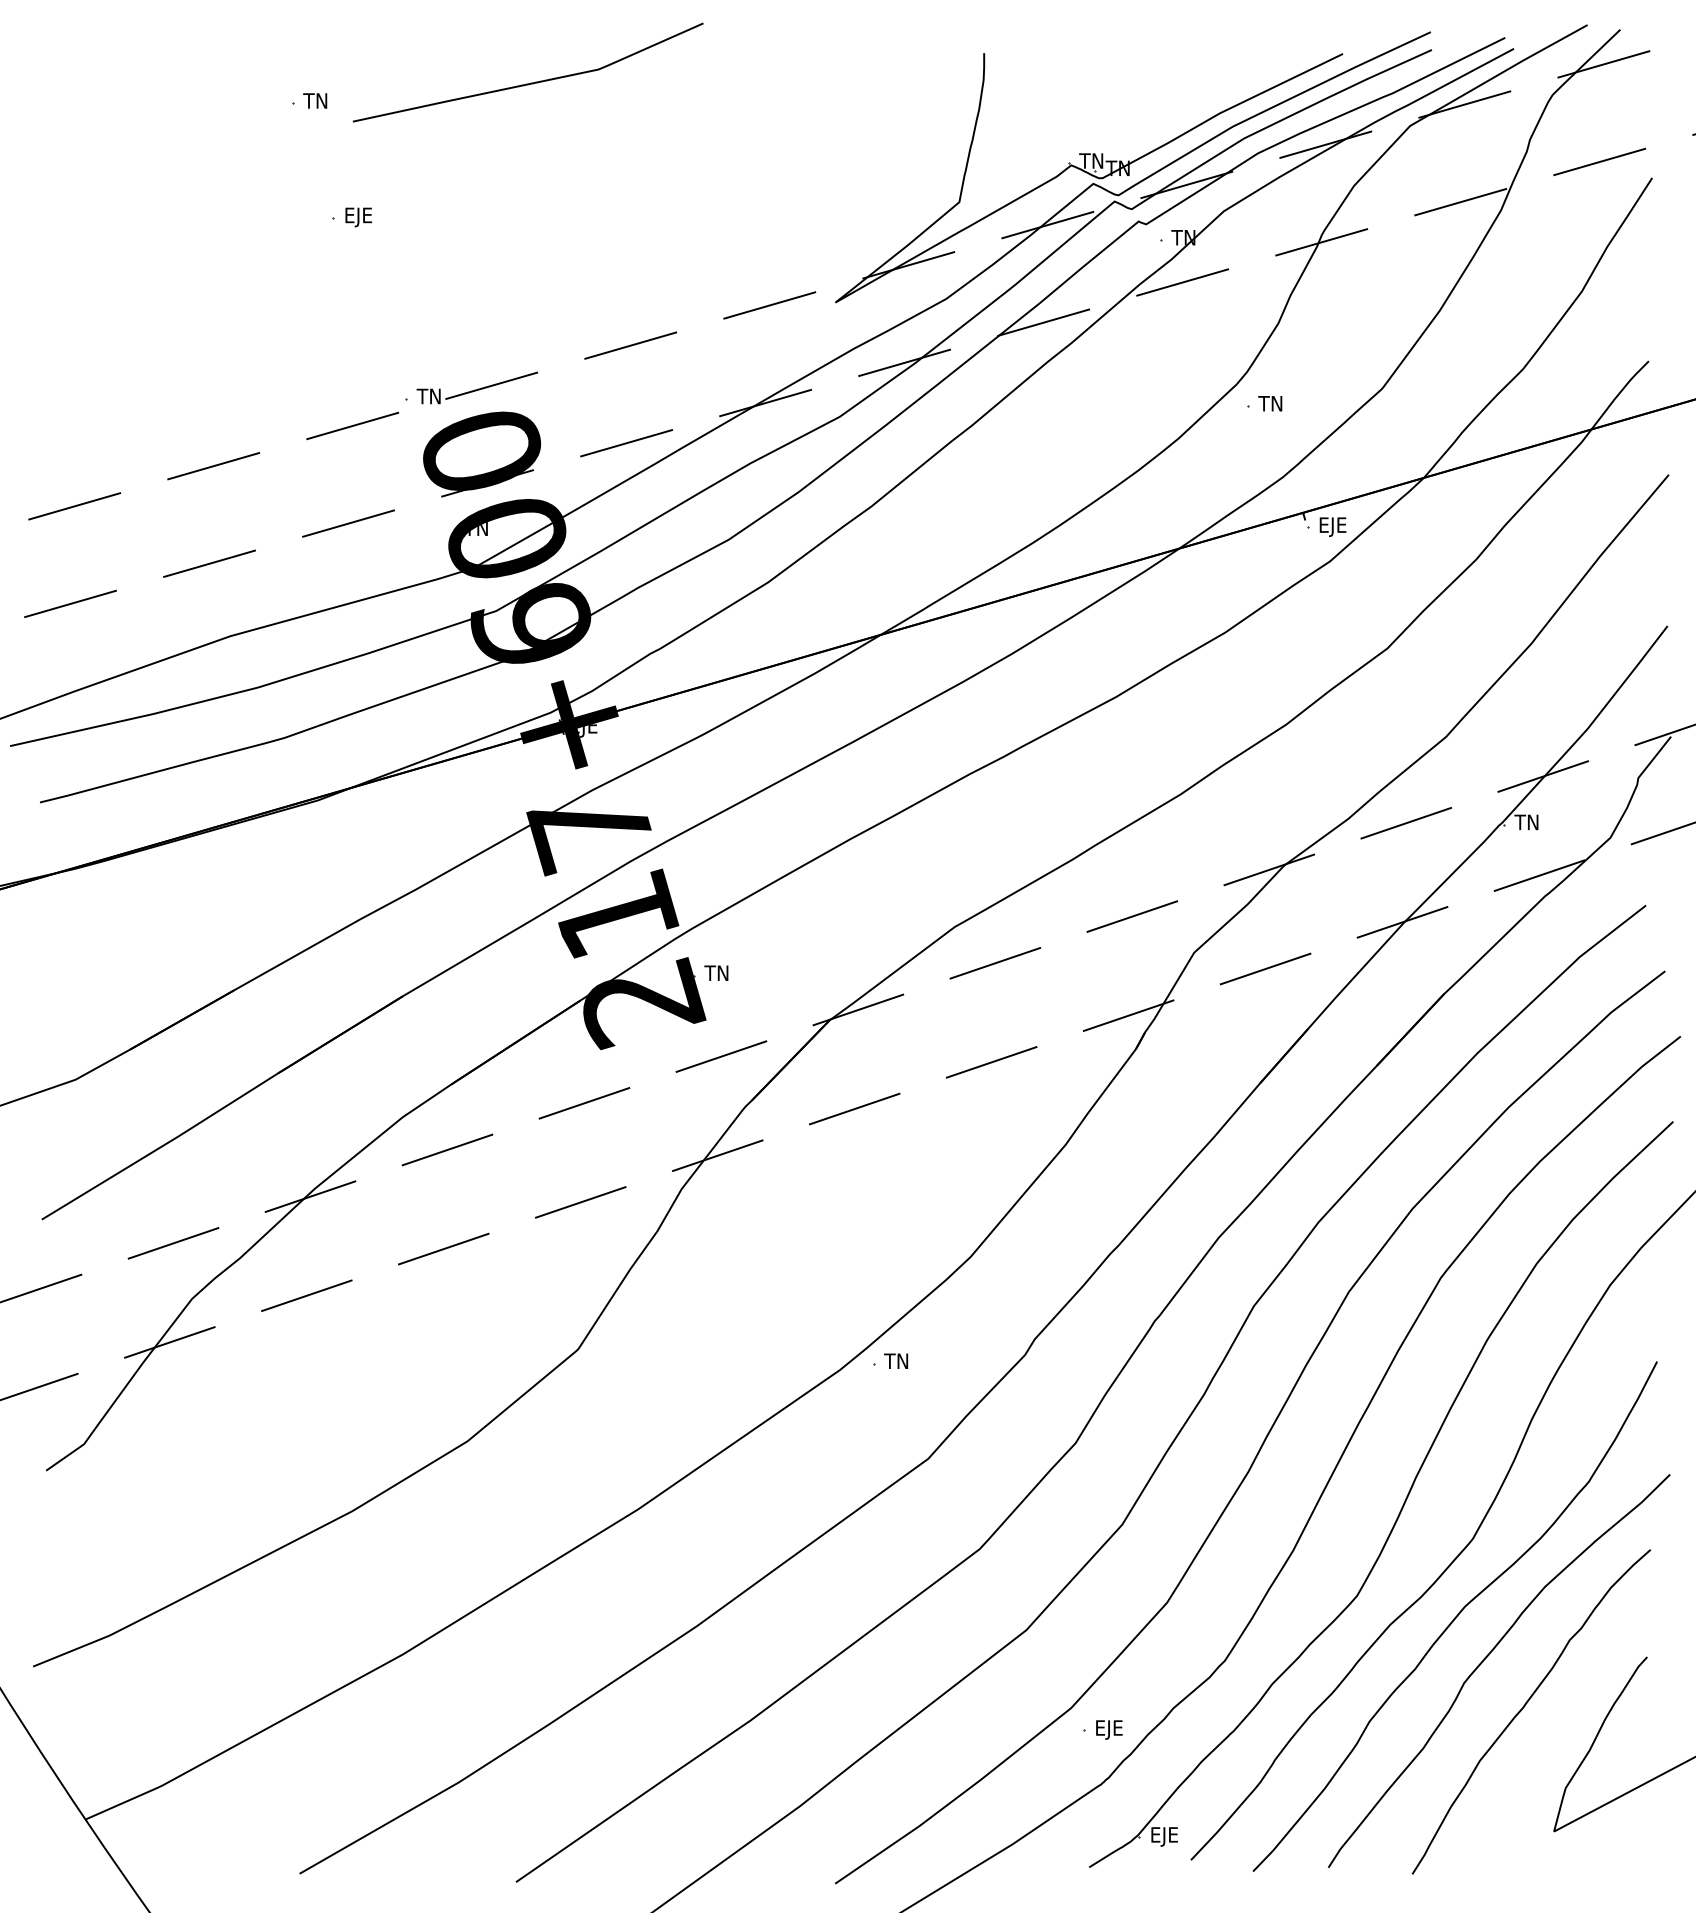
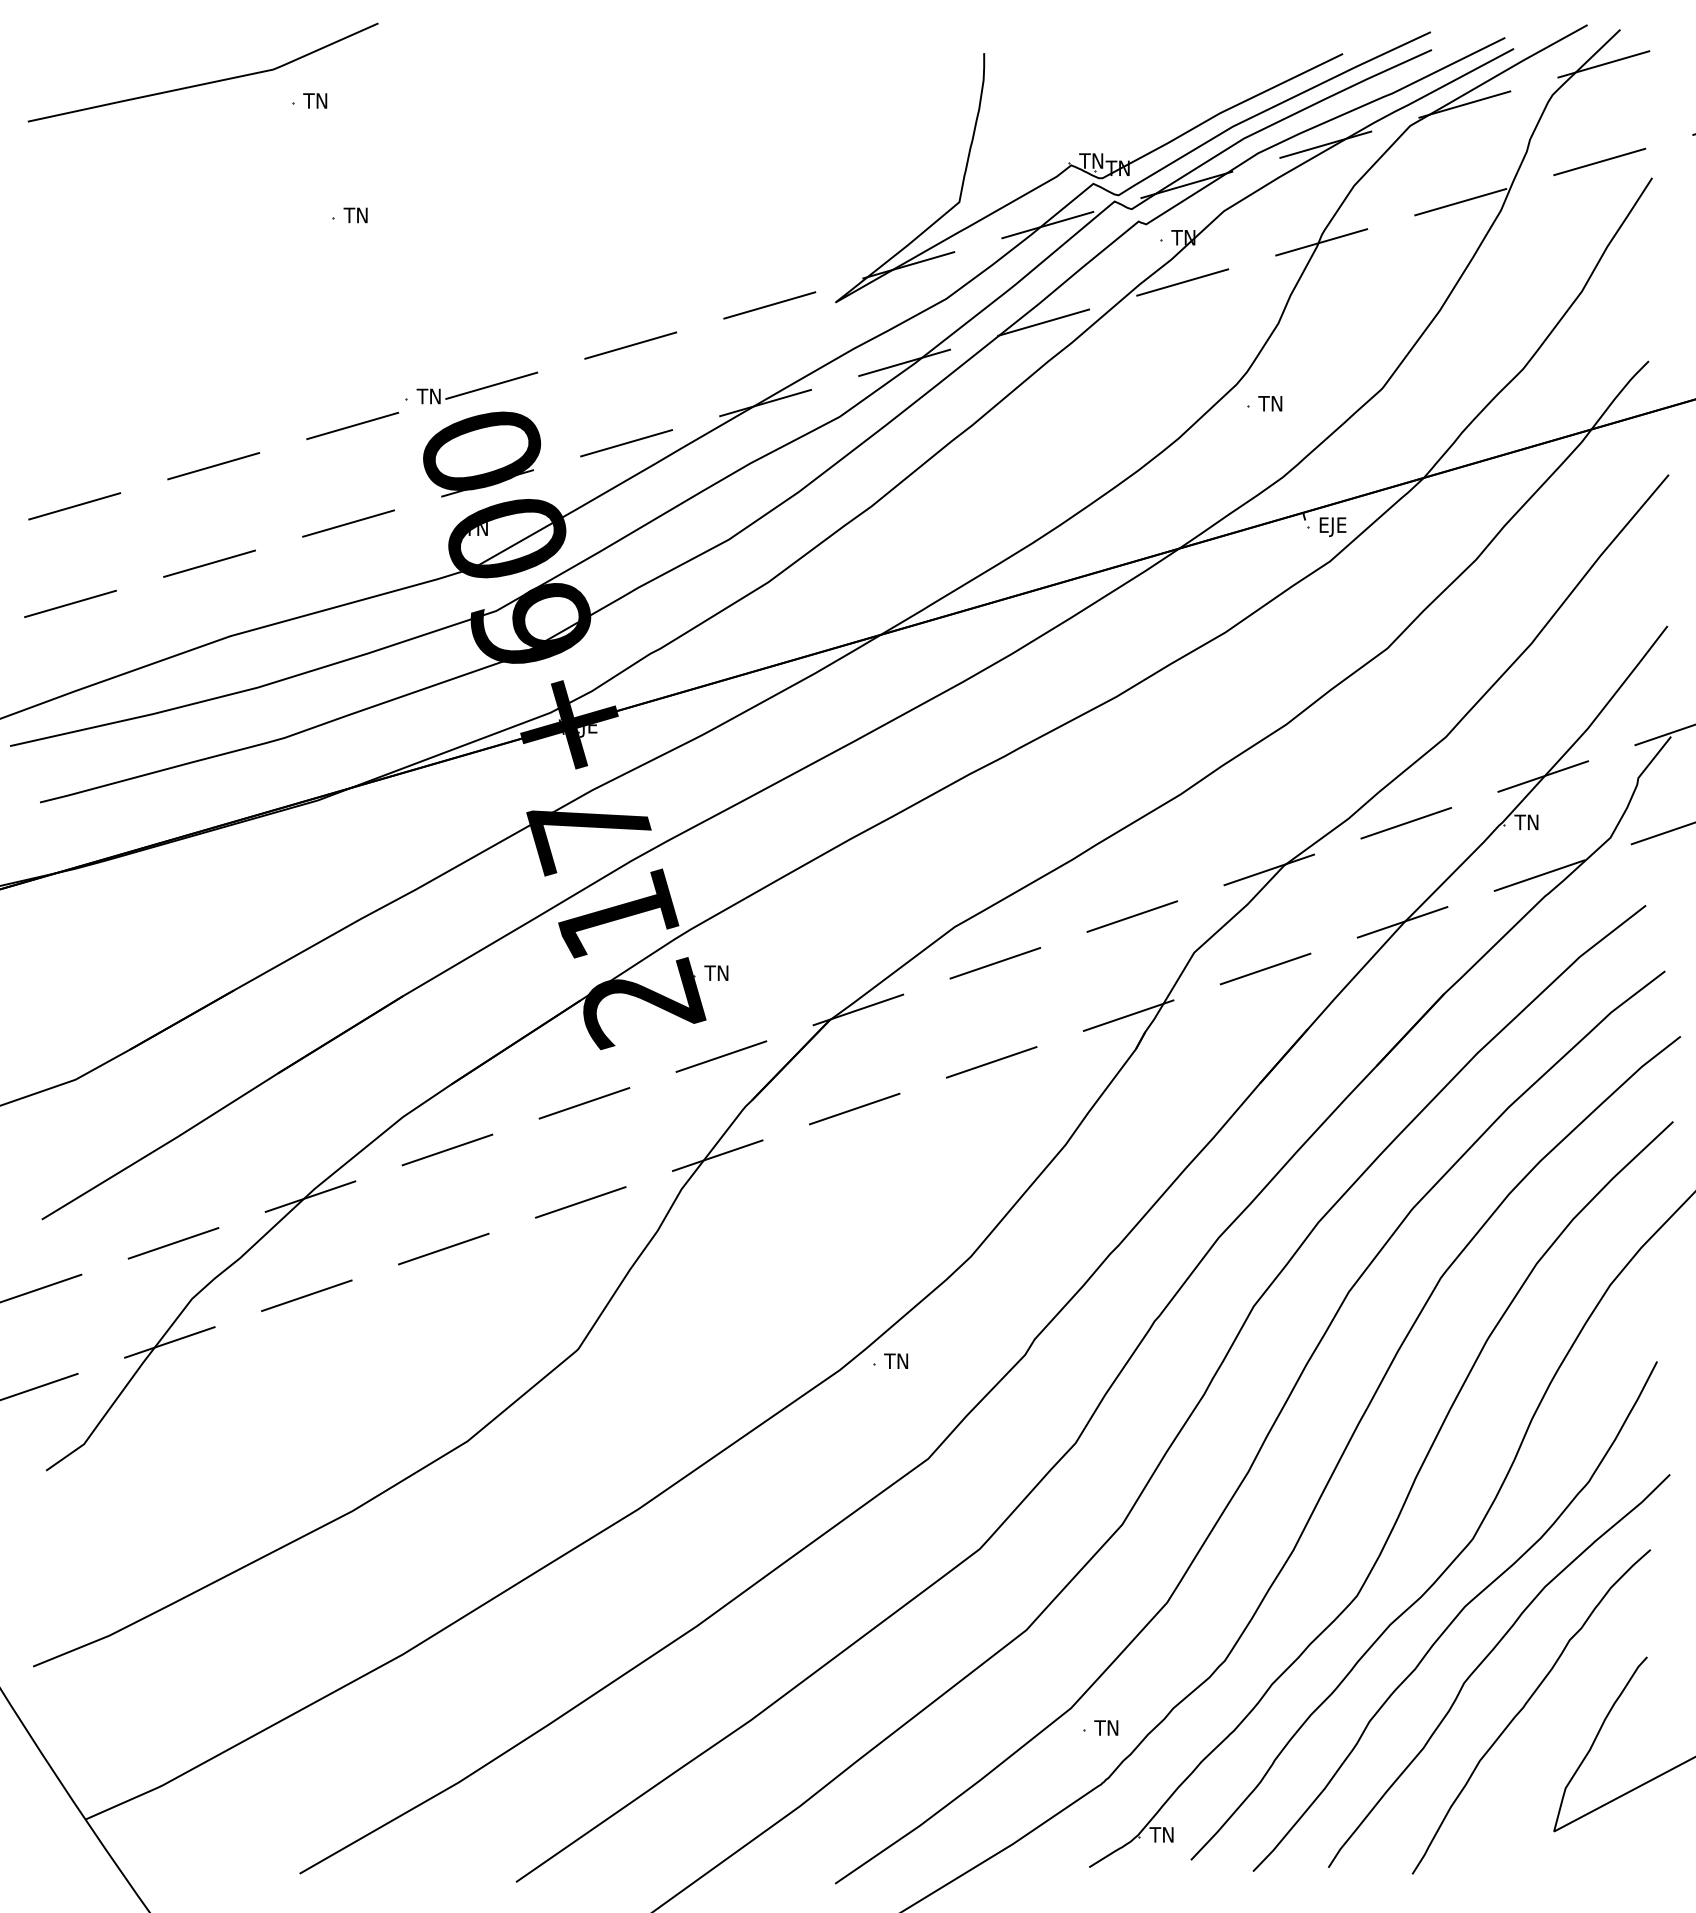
line at (530, 82) position: (530, 82) -> (205, 82)
text at (357, 217): EJE -> TN
text at (1108, 1729): EJE -> TN
text at (1163, 1836): EJE -> TN
